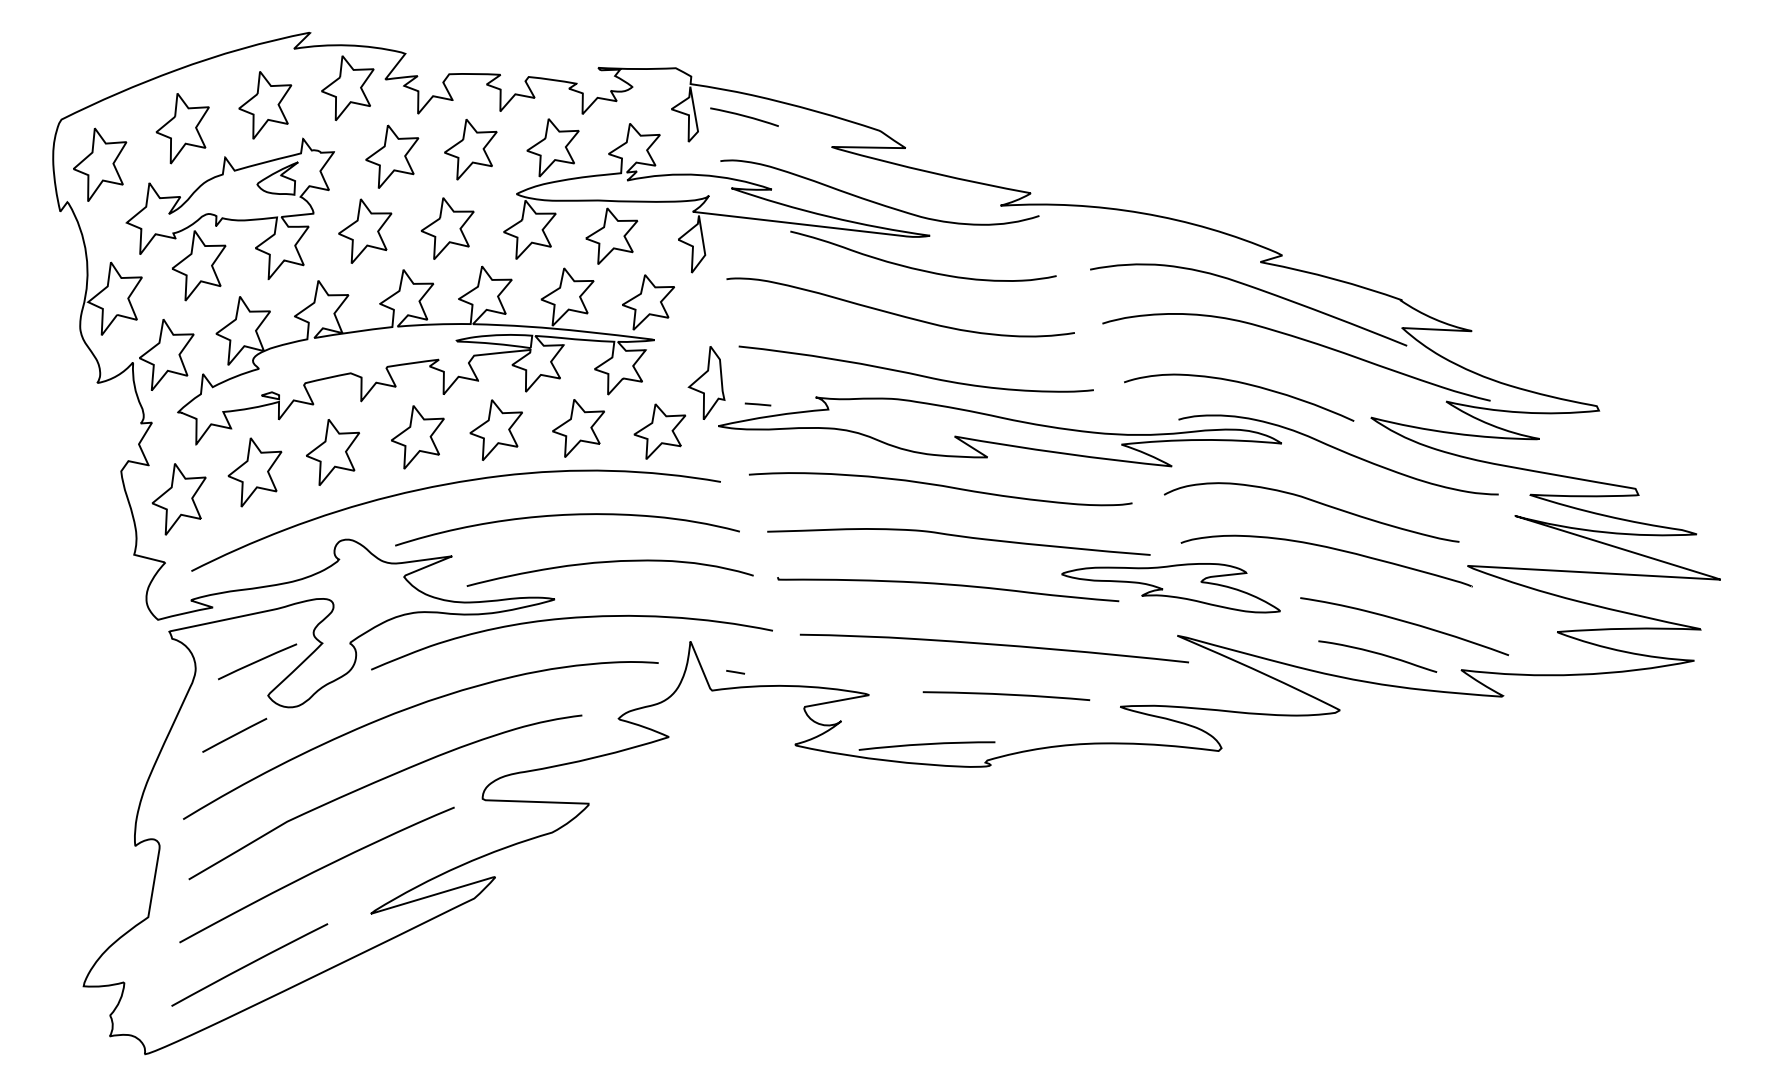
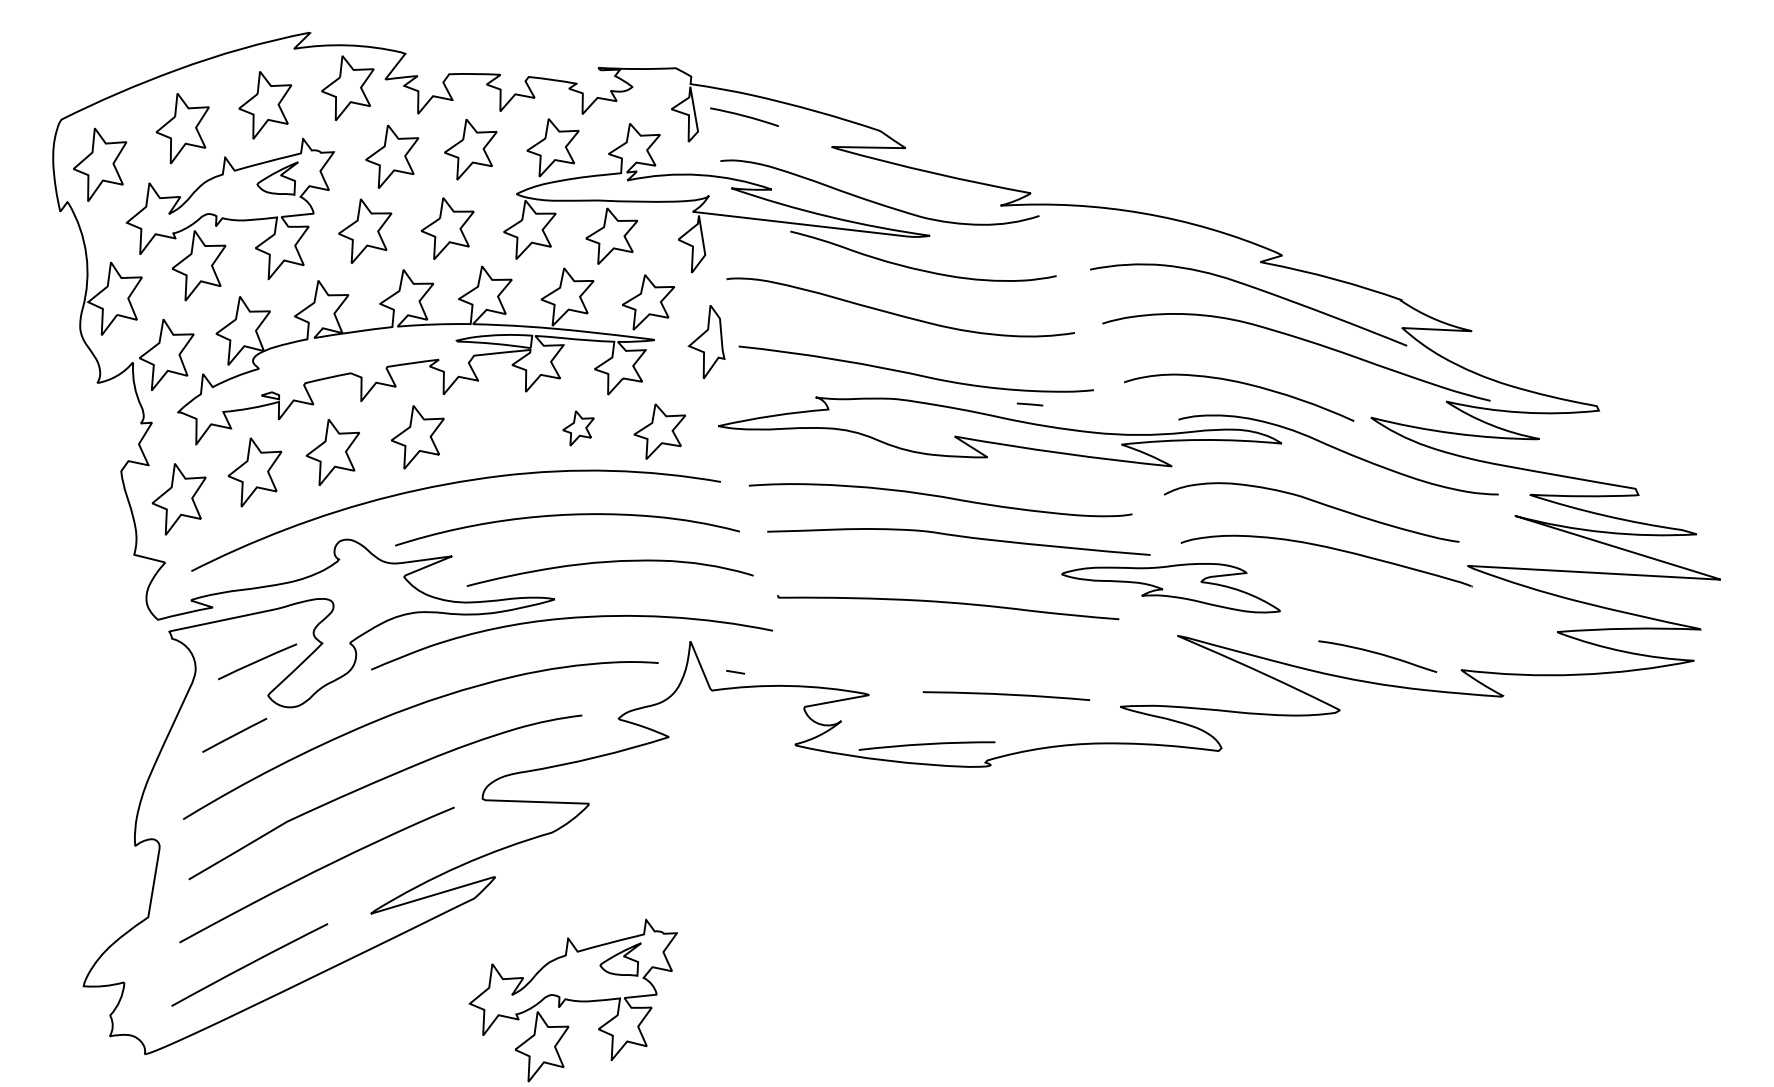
part at (706, 382) position: (706, 382) -> (706, 341)
line at (757, 404) position: (757, 404) -> (1029, 404)
part at (578, 428) size: 53x59 px -> 33x37 px
part at (495, 429): present -> none
curve at (940, 486) position: (940, 486) -> (940, 497)
curve at (948, 585) position: (948, 585) -> (948, 603)
curve at (1404, 622): present -> none
curve at (993, 645): present -> none
part at (572, 1000): none -> present
